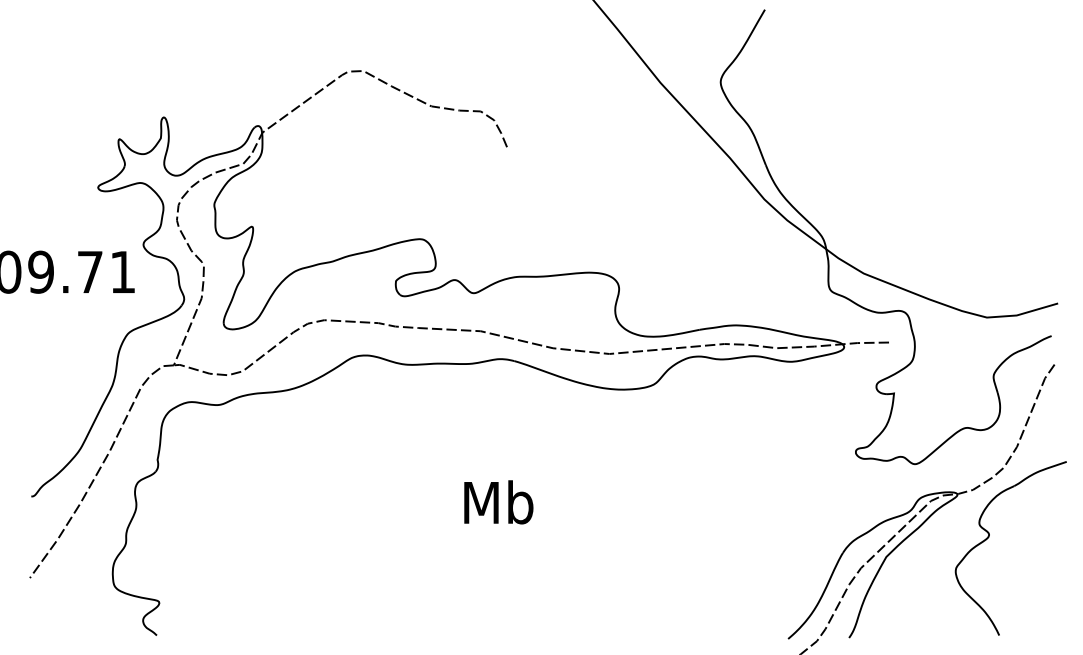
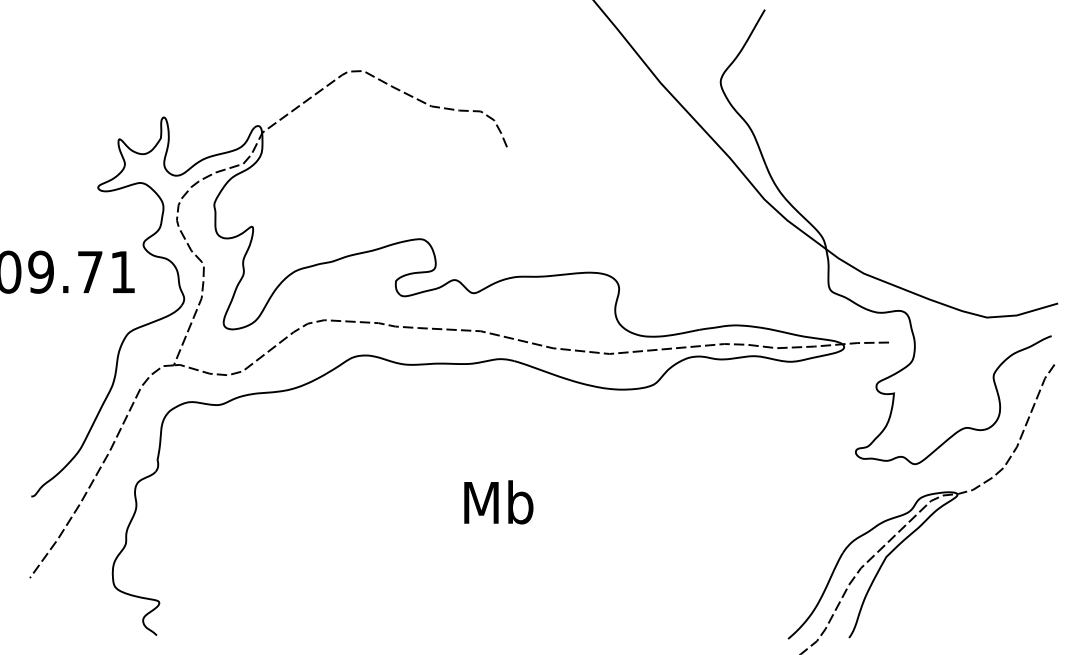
part at (989, 537): present -> none
